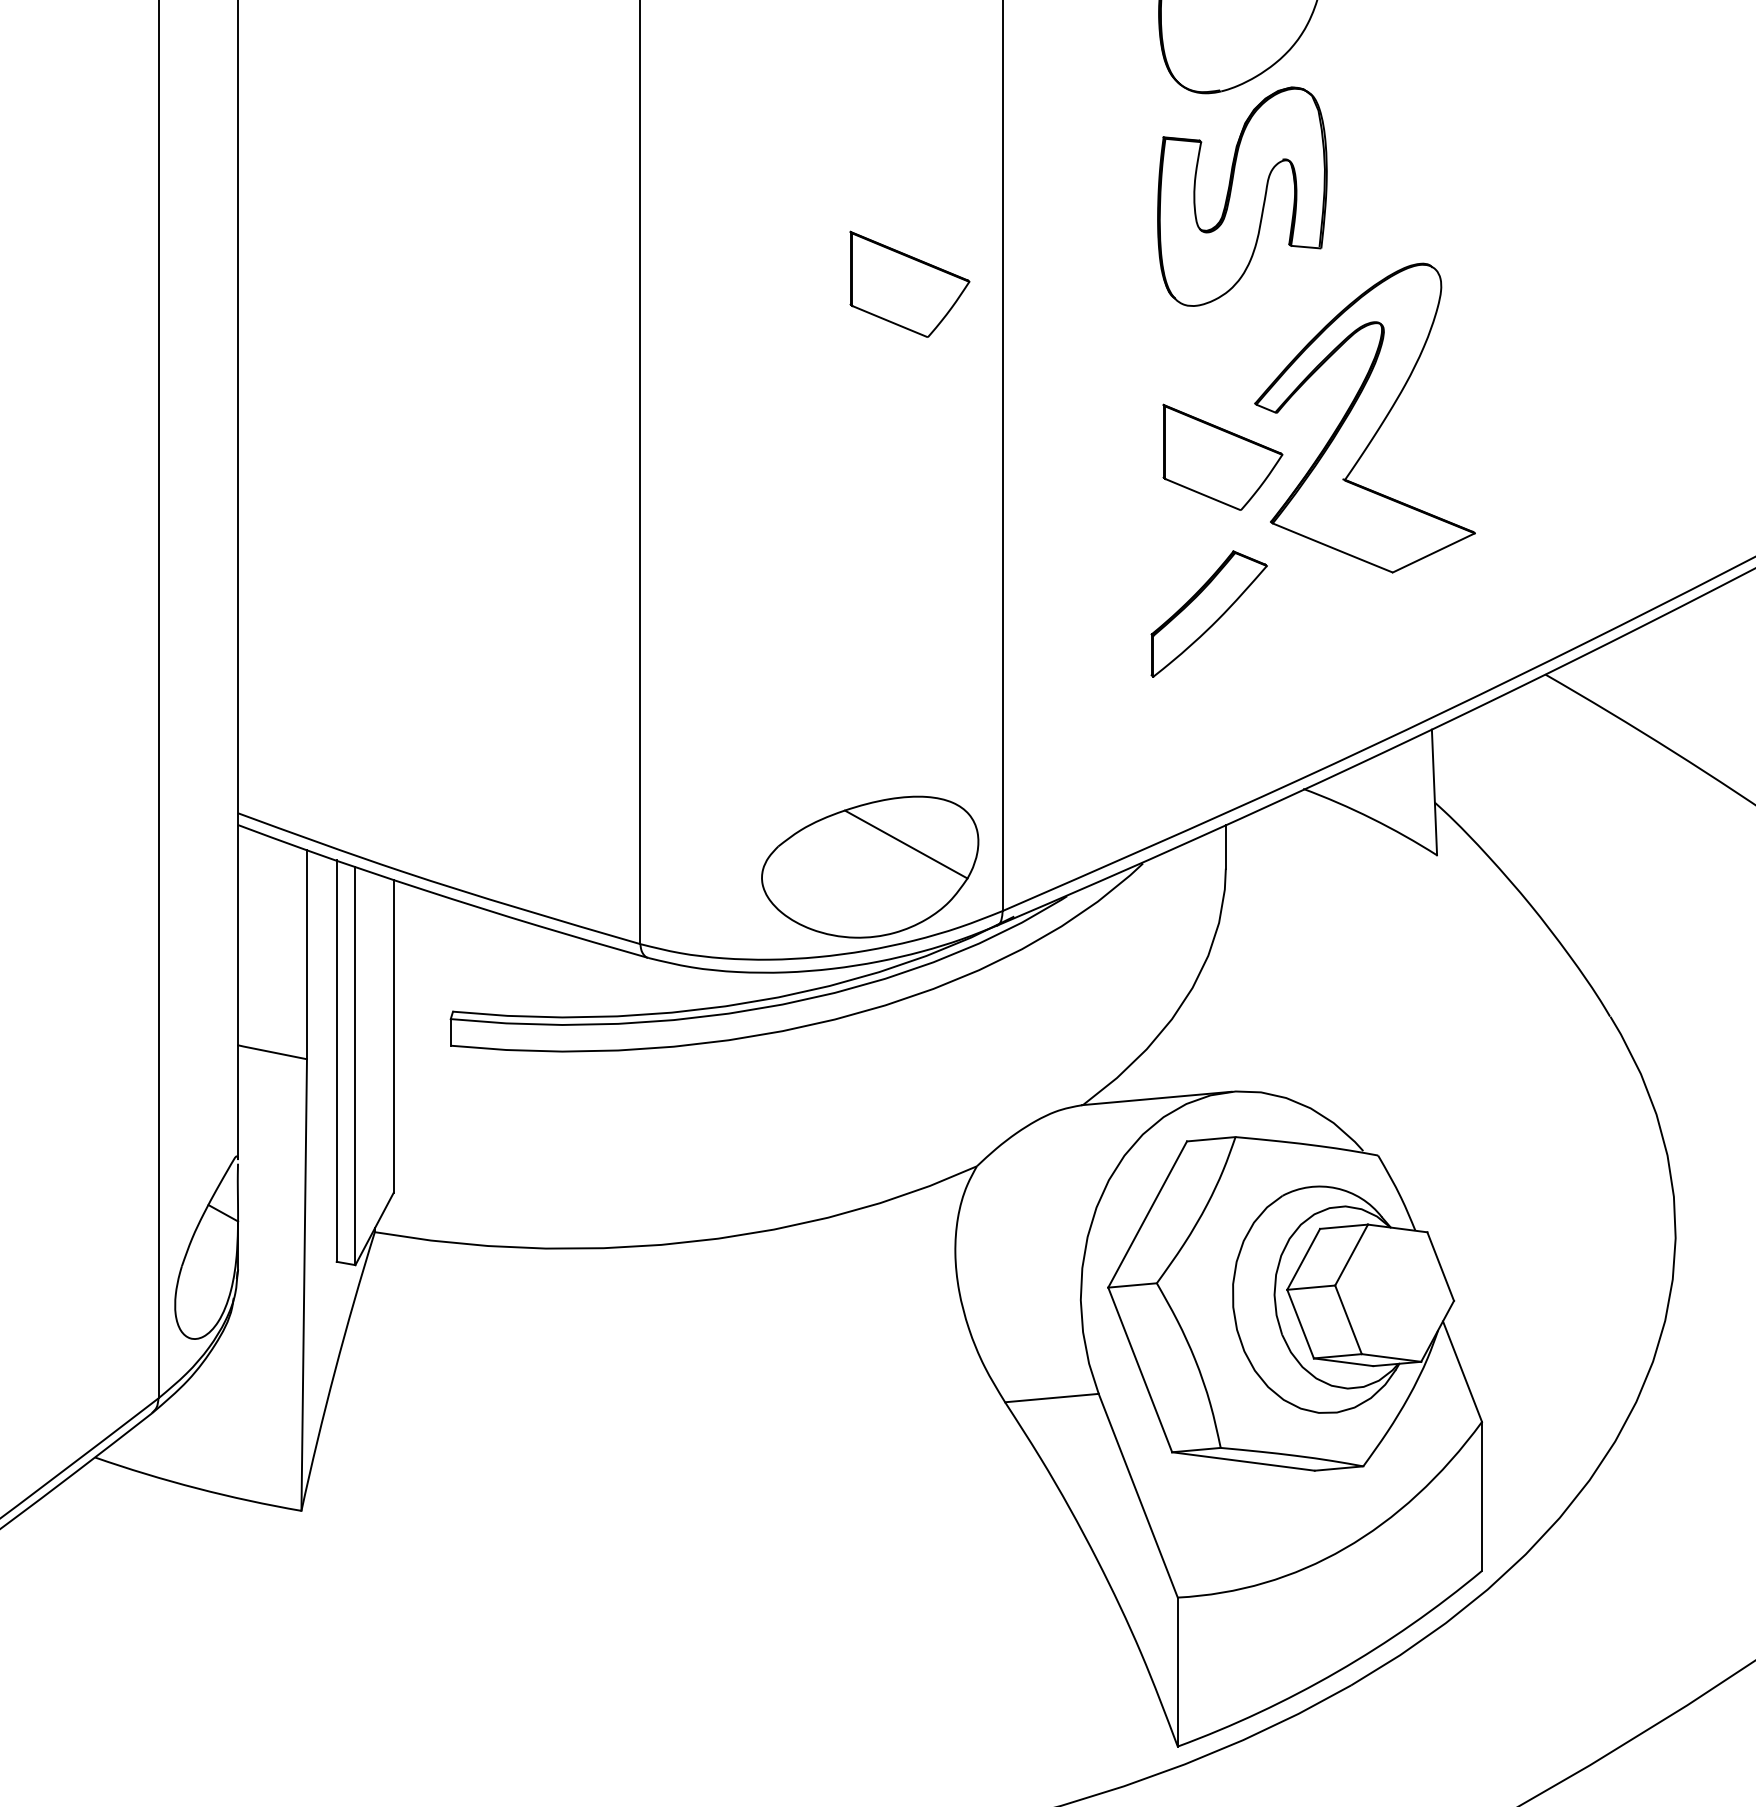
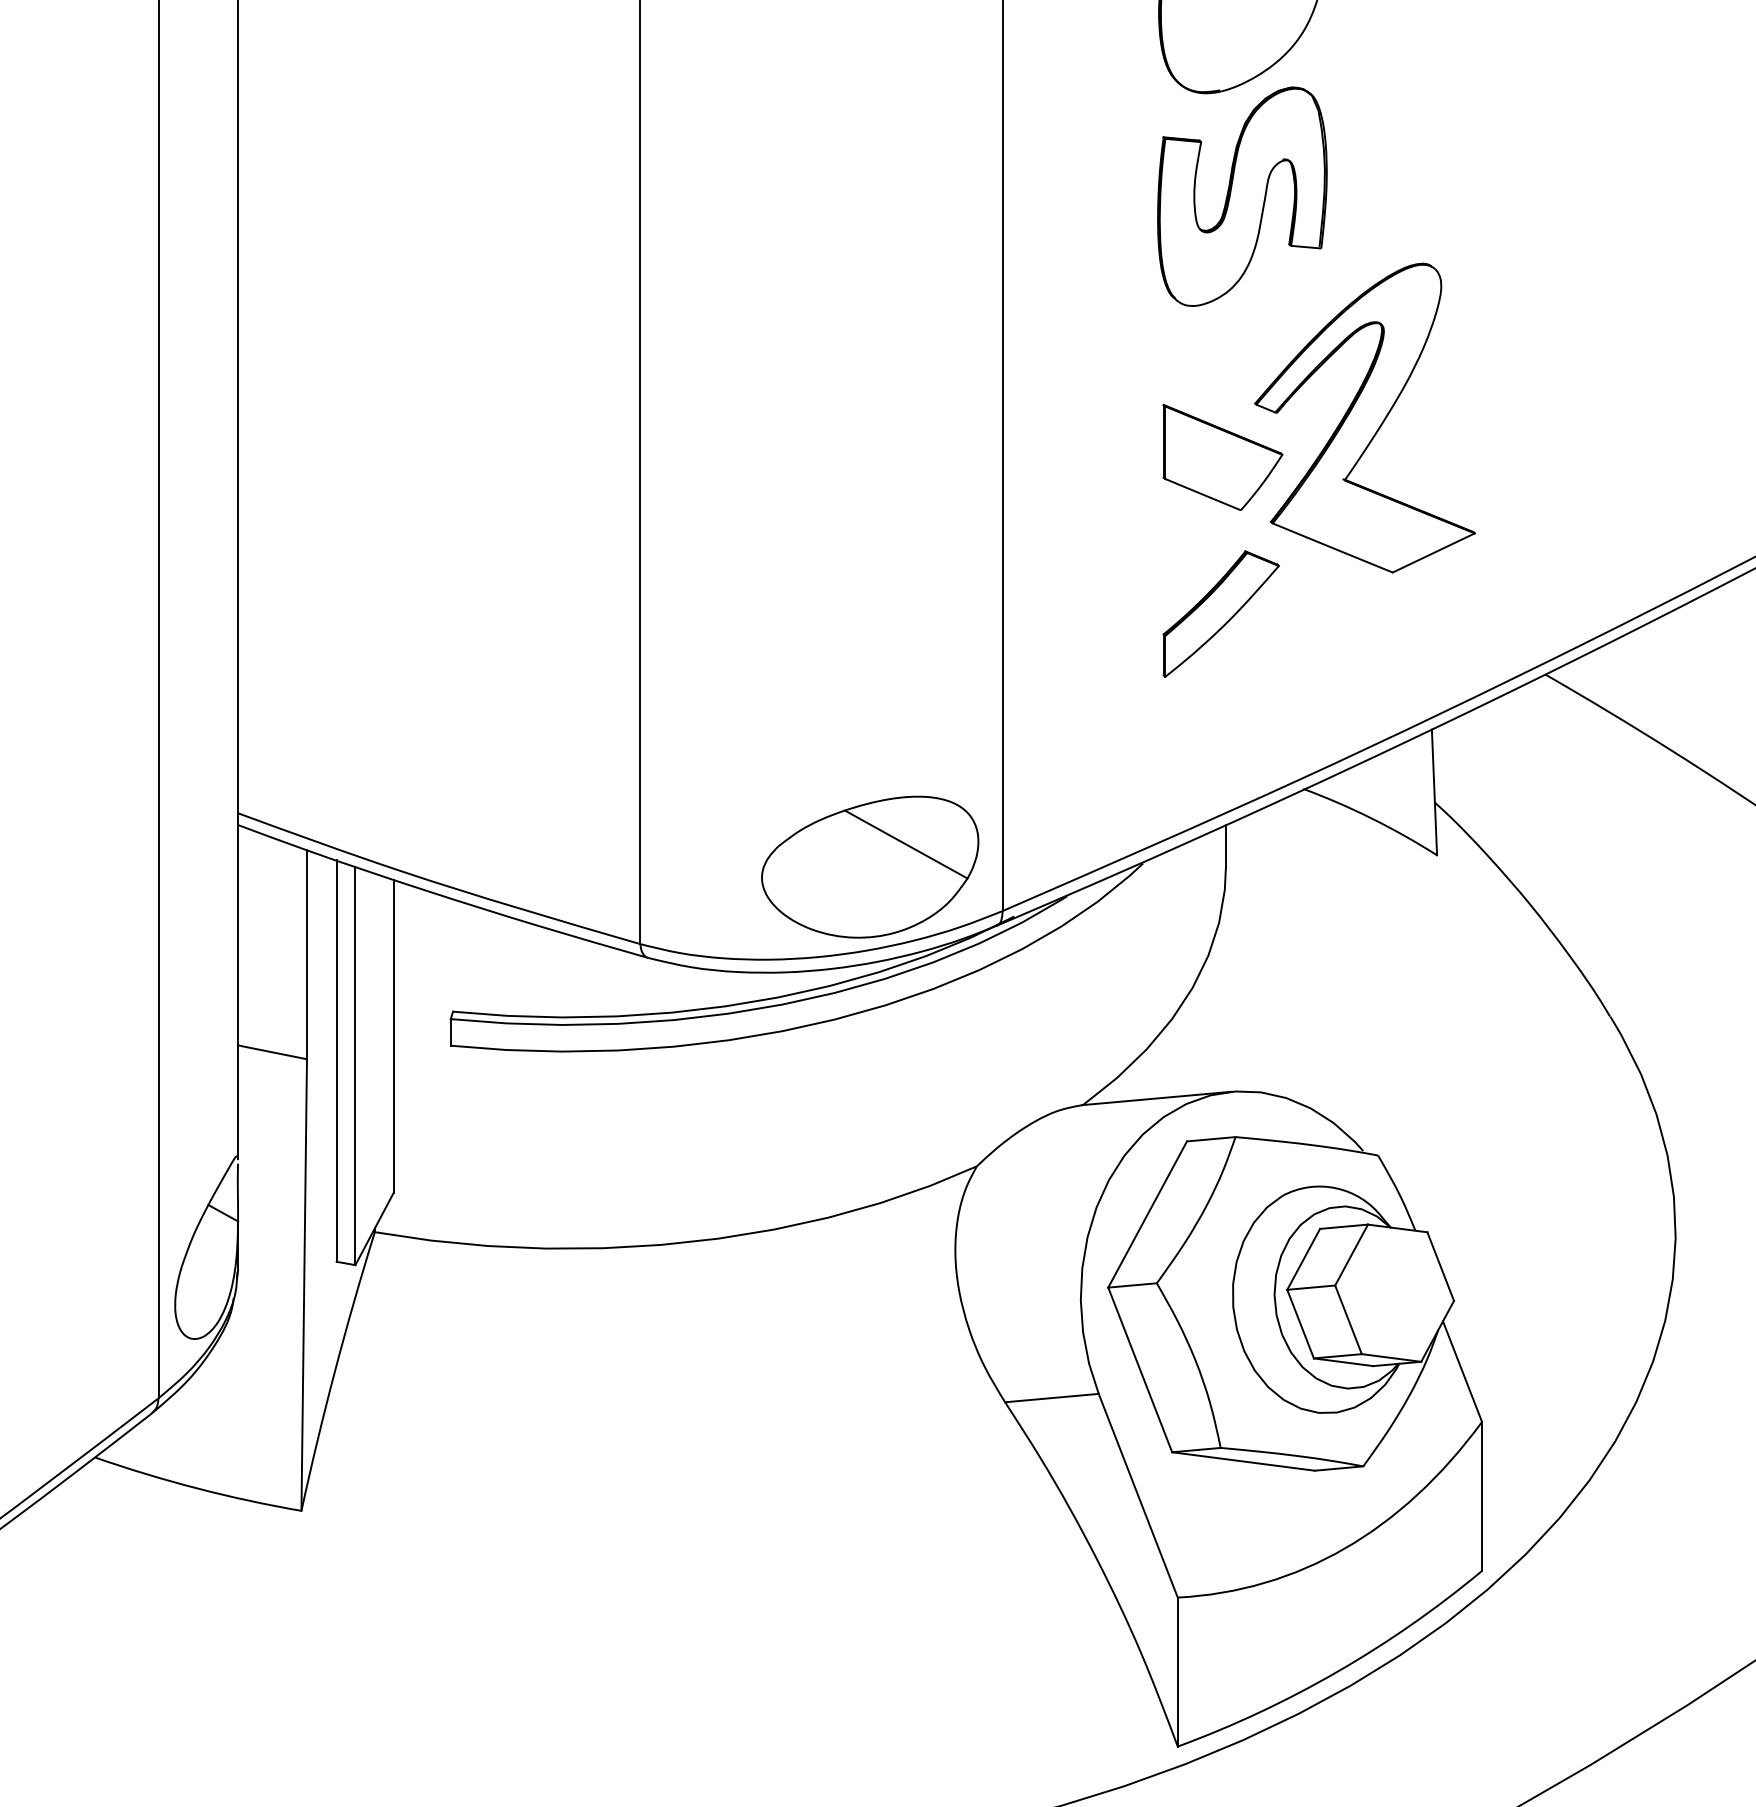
part at (909, 283): present -> none
part at (1208, 613) position: (1208, 613) -> (1220, 613)
